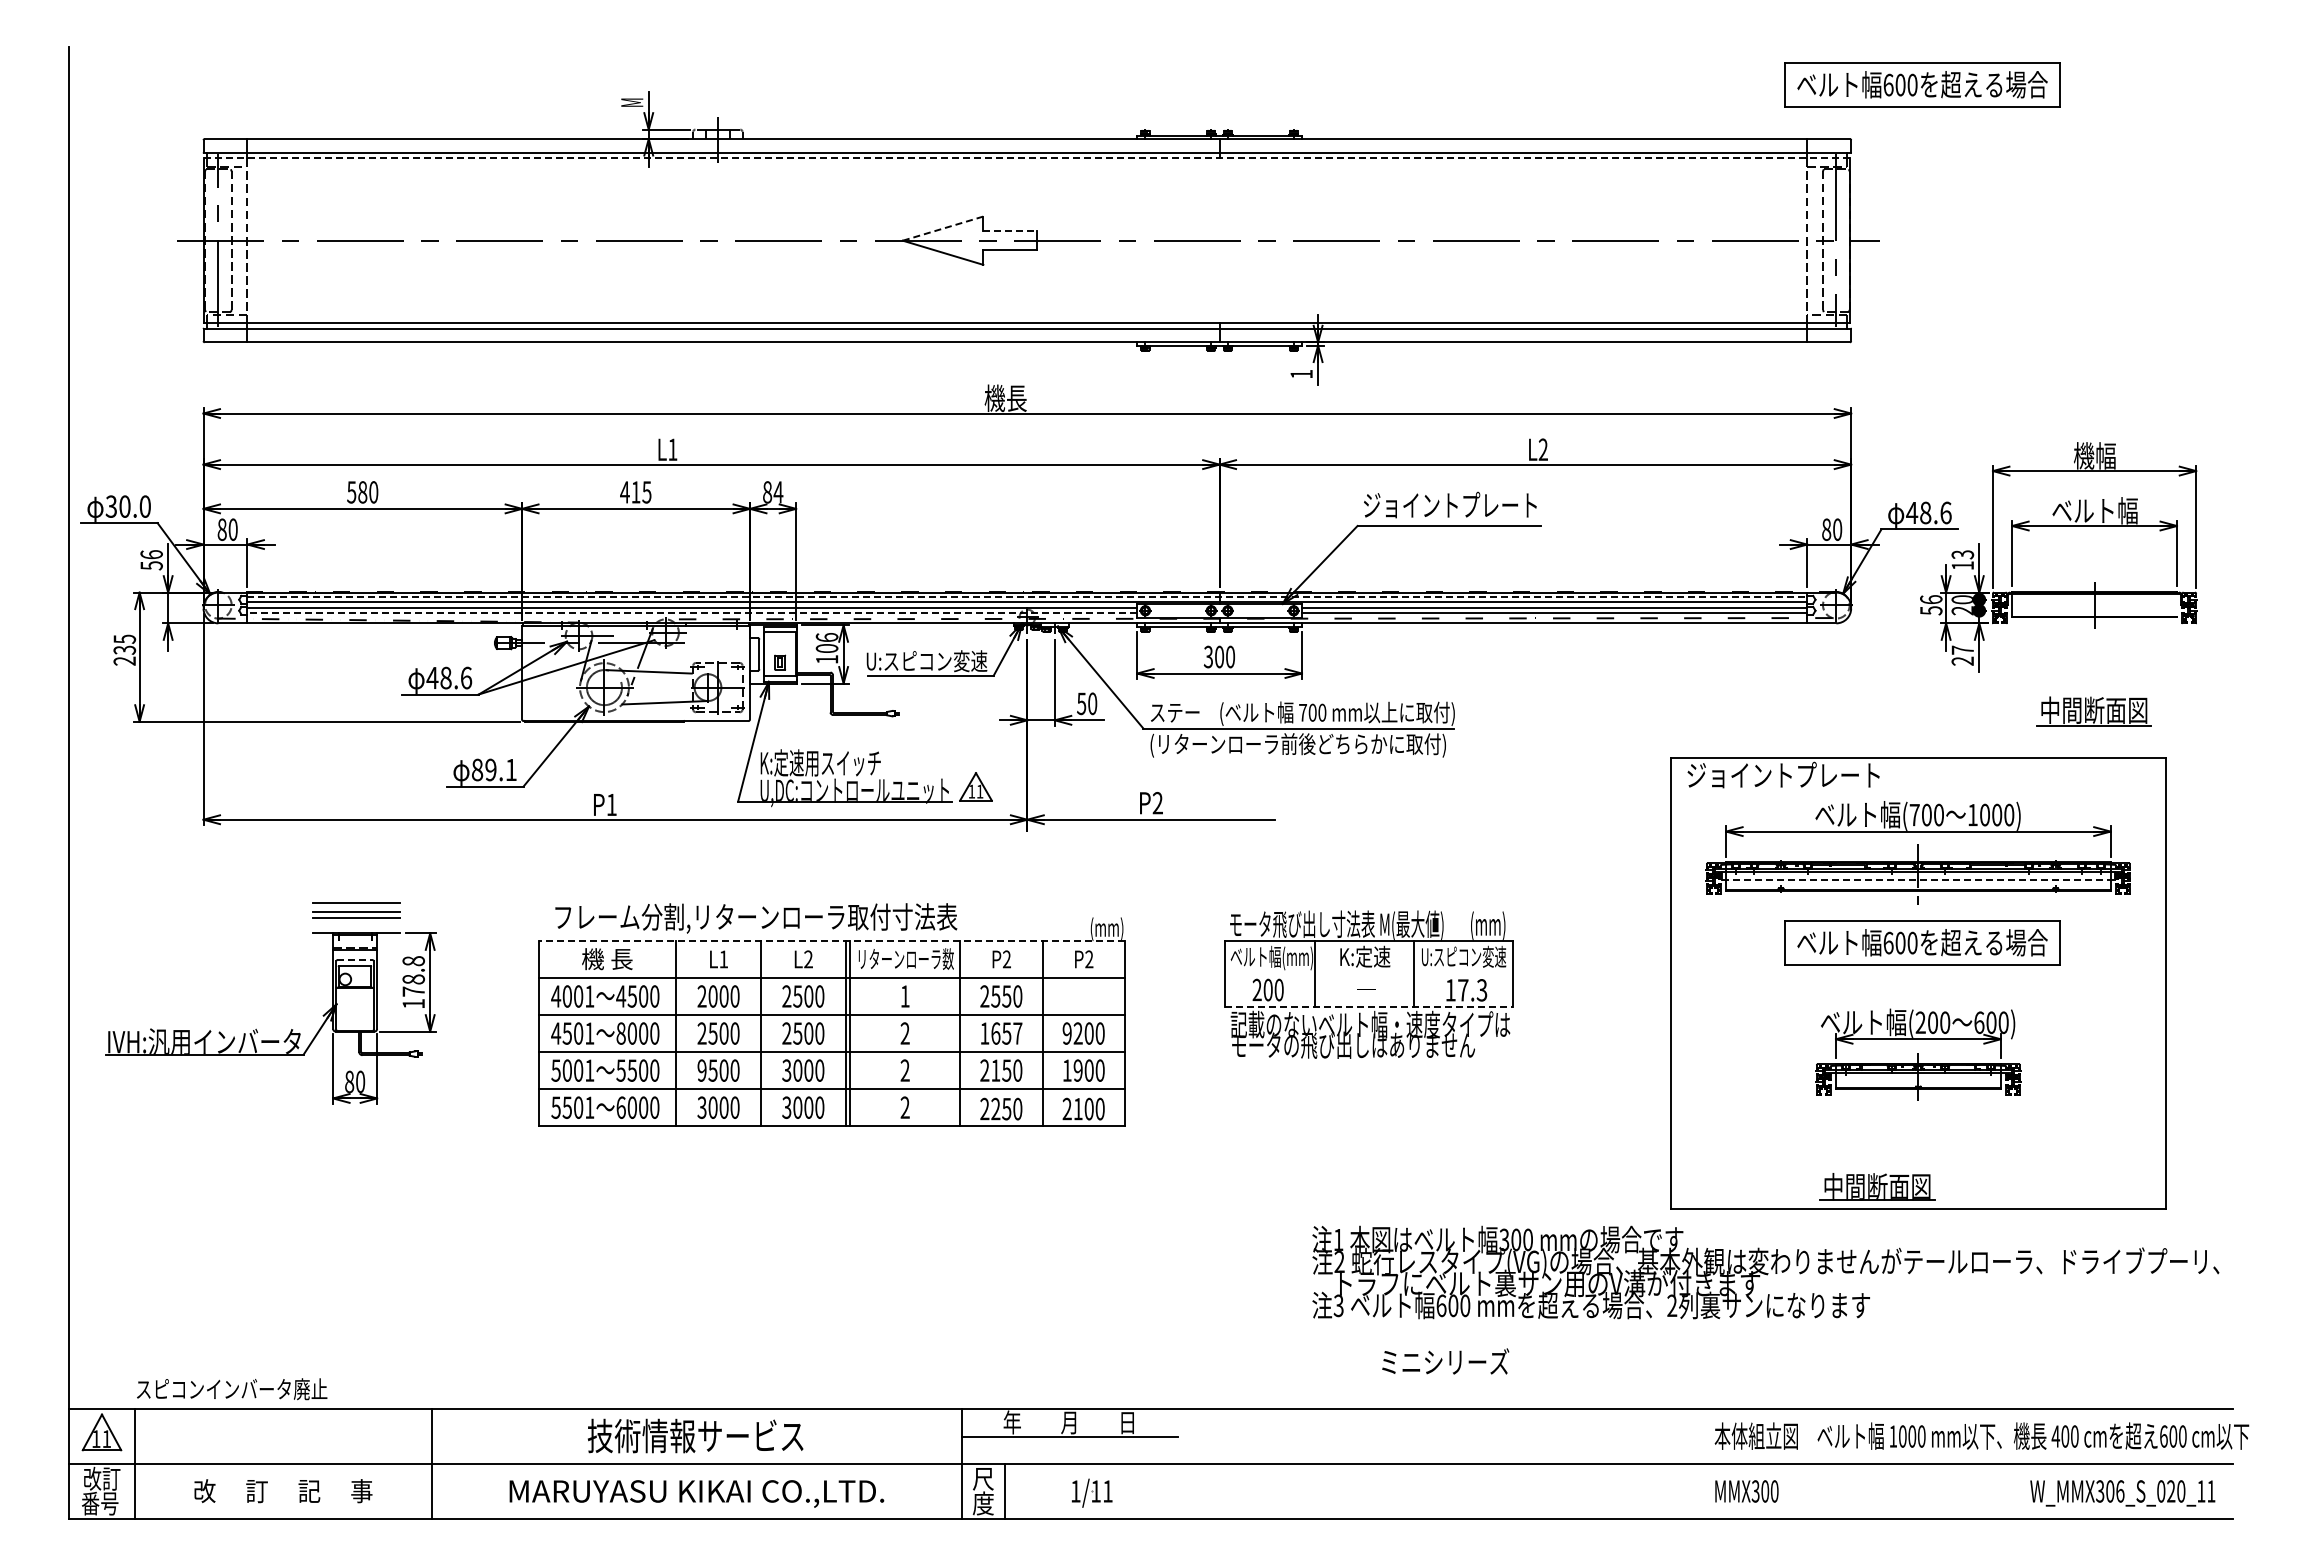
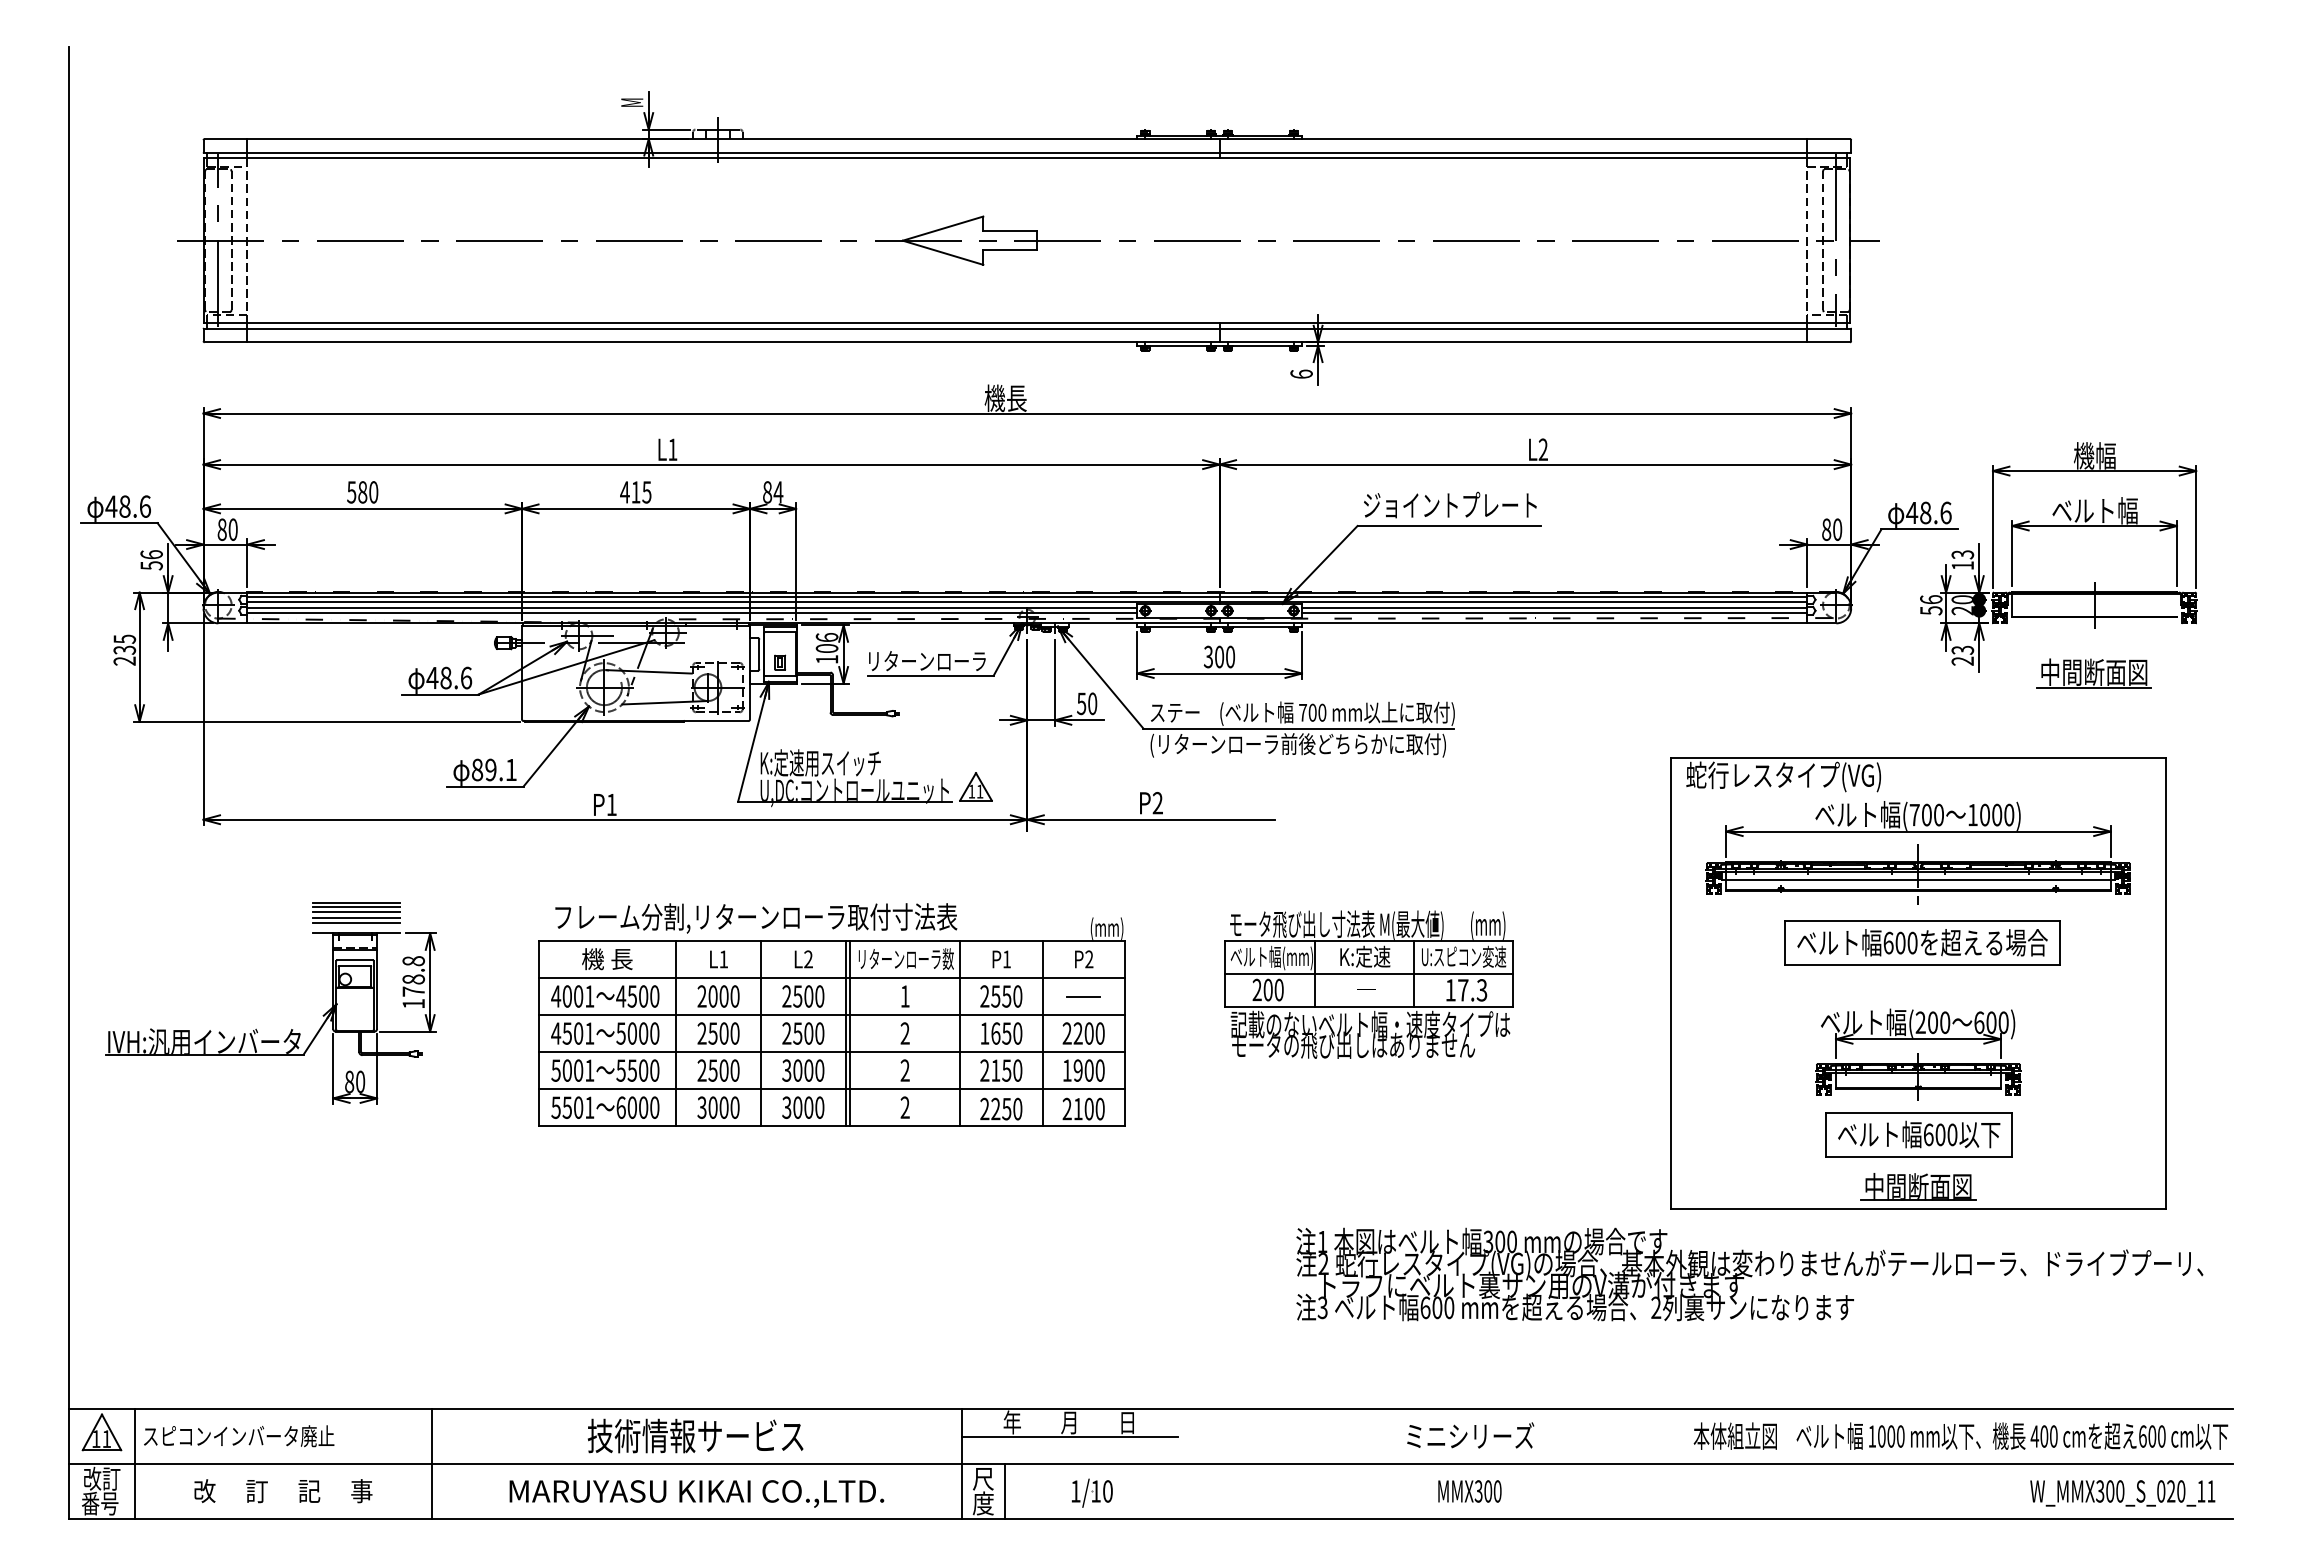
part at (1922, 84): present -> none
line at (1027, 158): dashed -> solid
line at (943, 228): dashed -> solid
line at (1010, 231): dashed -> solid
text at (1301, 373): 1 -> 6
text at (127, 506): 30.0 -> 48.6
line at (1027, 597): dashed -> solid
line at (692, 613): dashed -> solid
text at (1962, 649): 27 -> 23
text at (926, 661): U:スピコン変速 -> リターンローラ
part at (2093, 711) position: (2093, 711) -> (2093, 673)
text at (1783, 776): ジョイントプレート -> 蛇行レスタイプ(VG)
line at (1918, 879): dashed -> solid
line at (356, 907): none -> present
line at (356, 923): none -> present
line at (831, 940): dashed -> solid
text at (1006, 959): P2 -> P1
line at (355, 960): dashed -> solid
line at (1368, 973): none -> present
line at (1083, 996): none -> present
line at (1369, 1006): dashed -> solid
text at (620, 1033): 8000 -> 5000
text at (1017, 1033): 1657 -> 1650
text at (1066, 1033): 9200 -> 2200
text at (701, 1070): 9500 -> 2500
part at (1918, 1134): none -> present
part at (1877, 1186) position: (1877, 1186) -> (1918, 1186)
text at (1765, 1272) position: (1765, 1272) -> (1749, 1274)
text at (1445, 1361) position: (1445, 1361) -> (1470, 1435)
text at (232, 1389) position: (232, 1389) -> (239, 1436)
text at (1981, 1435) position: (1981, 1435) -> (1960, 1435)
text at (1107, 1491): 1/11 -> 1/10
text at (1746, 1491) position: (1746, 1491) -> (1469, 1491)
text at (2120, 1491): W_MMX306_S_020_11 -> W_MMX300_S_020_11
